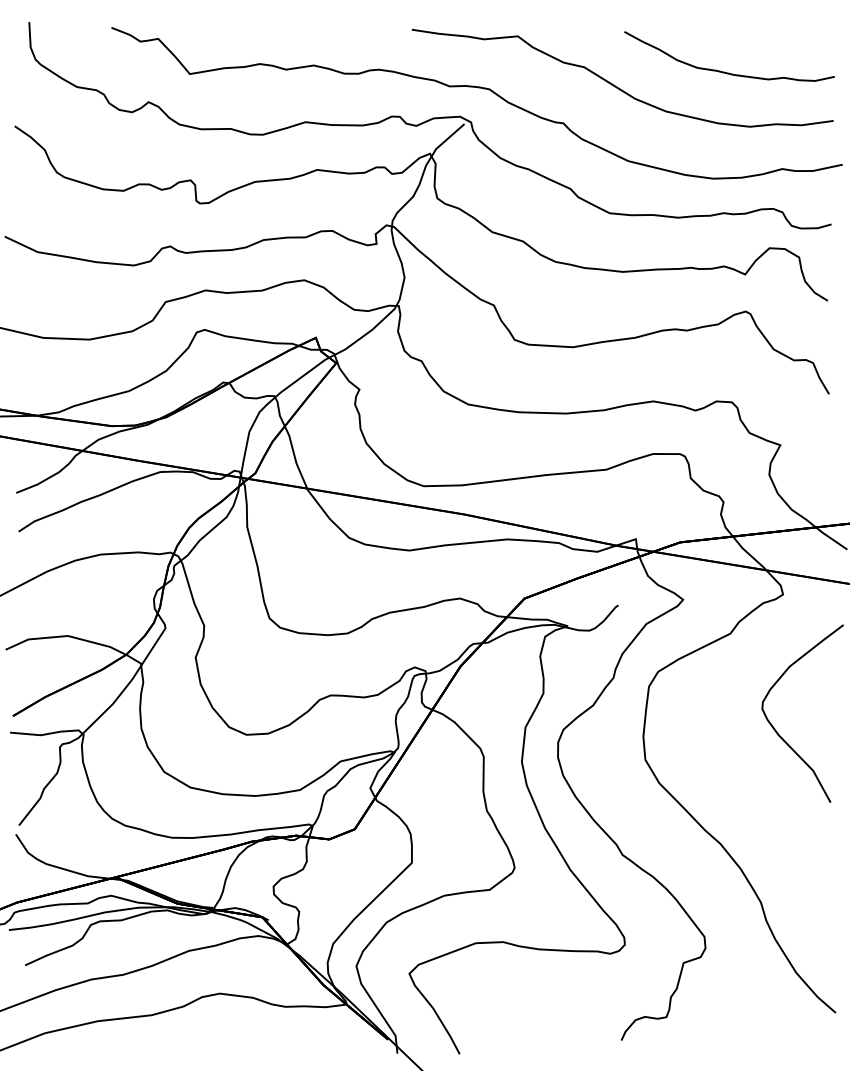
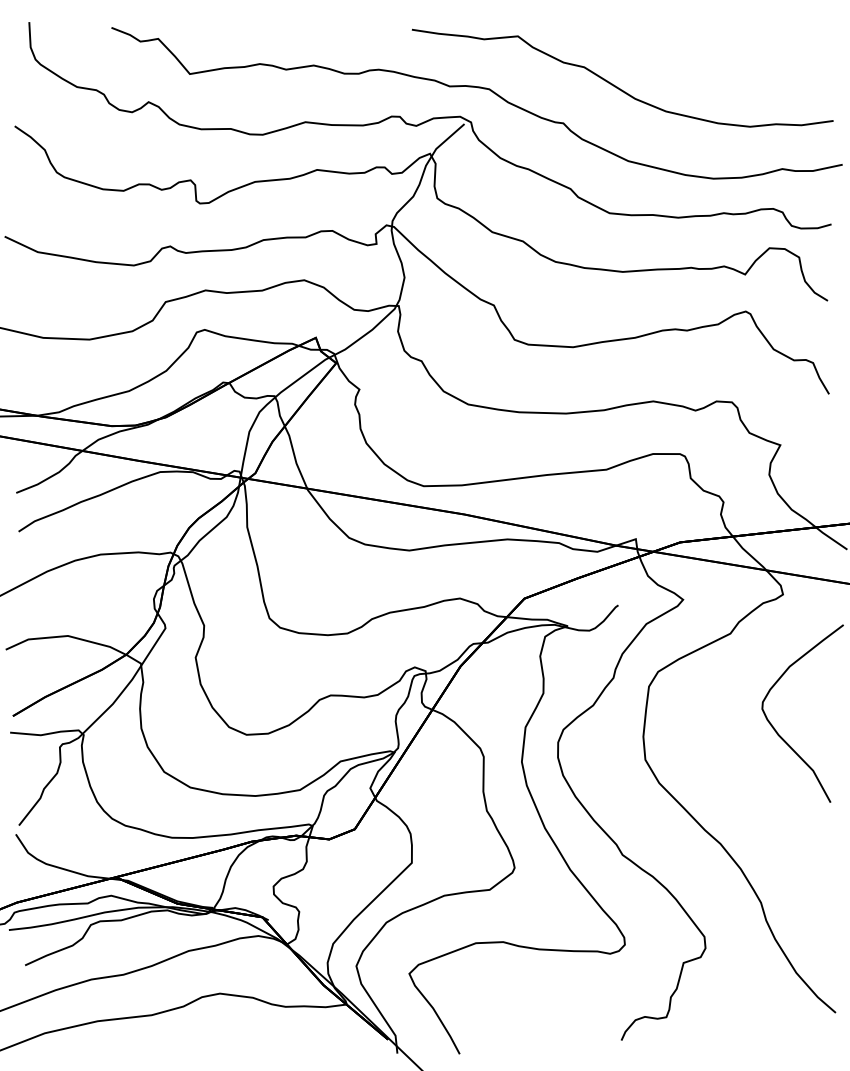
curve at (724, 71): present -> none
